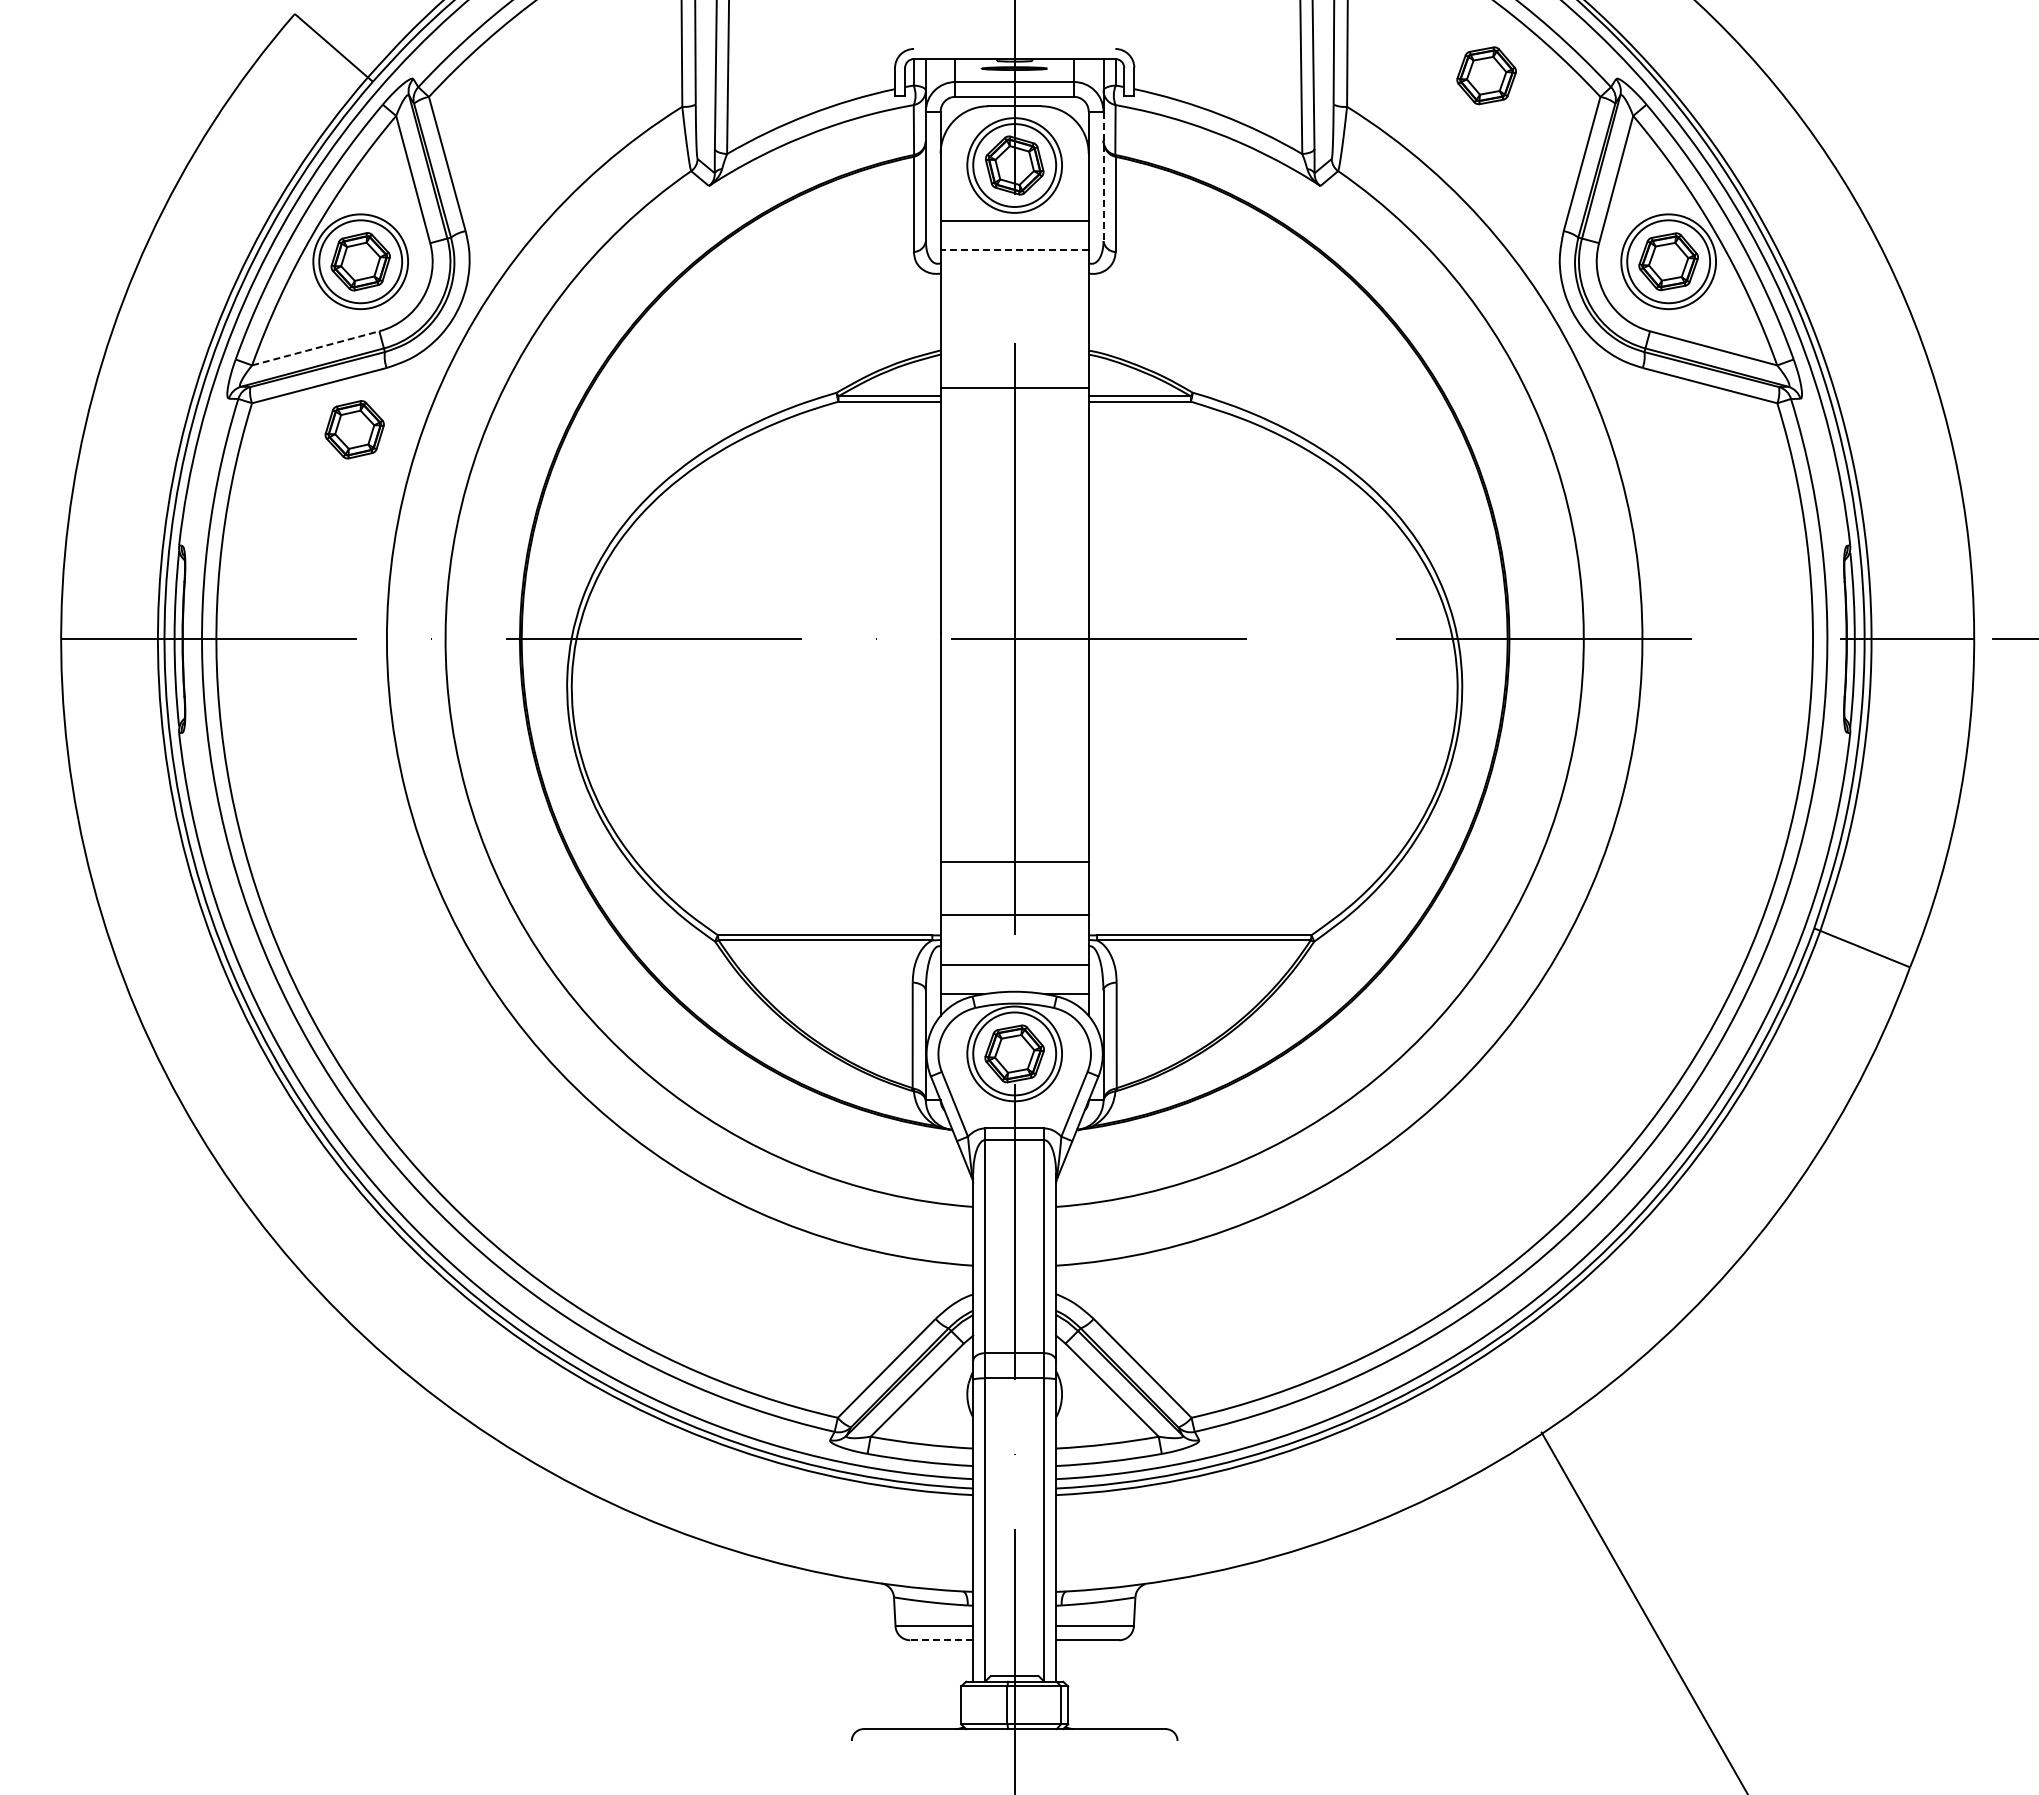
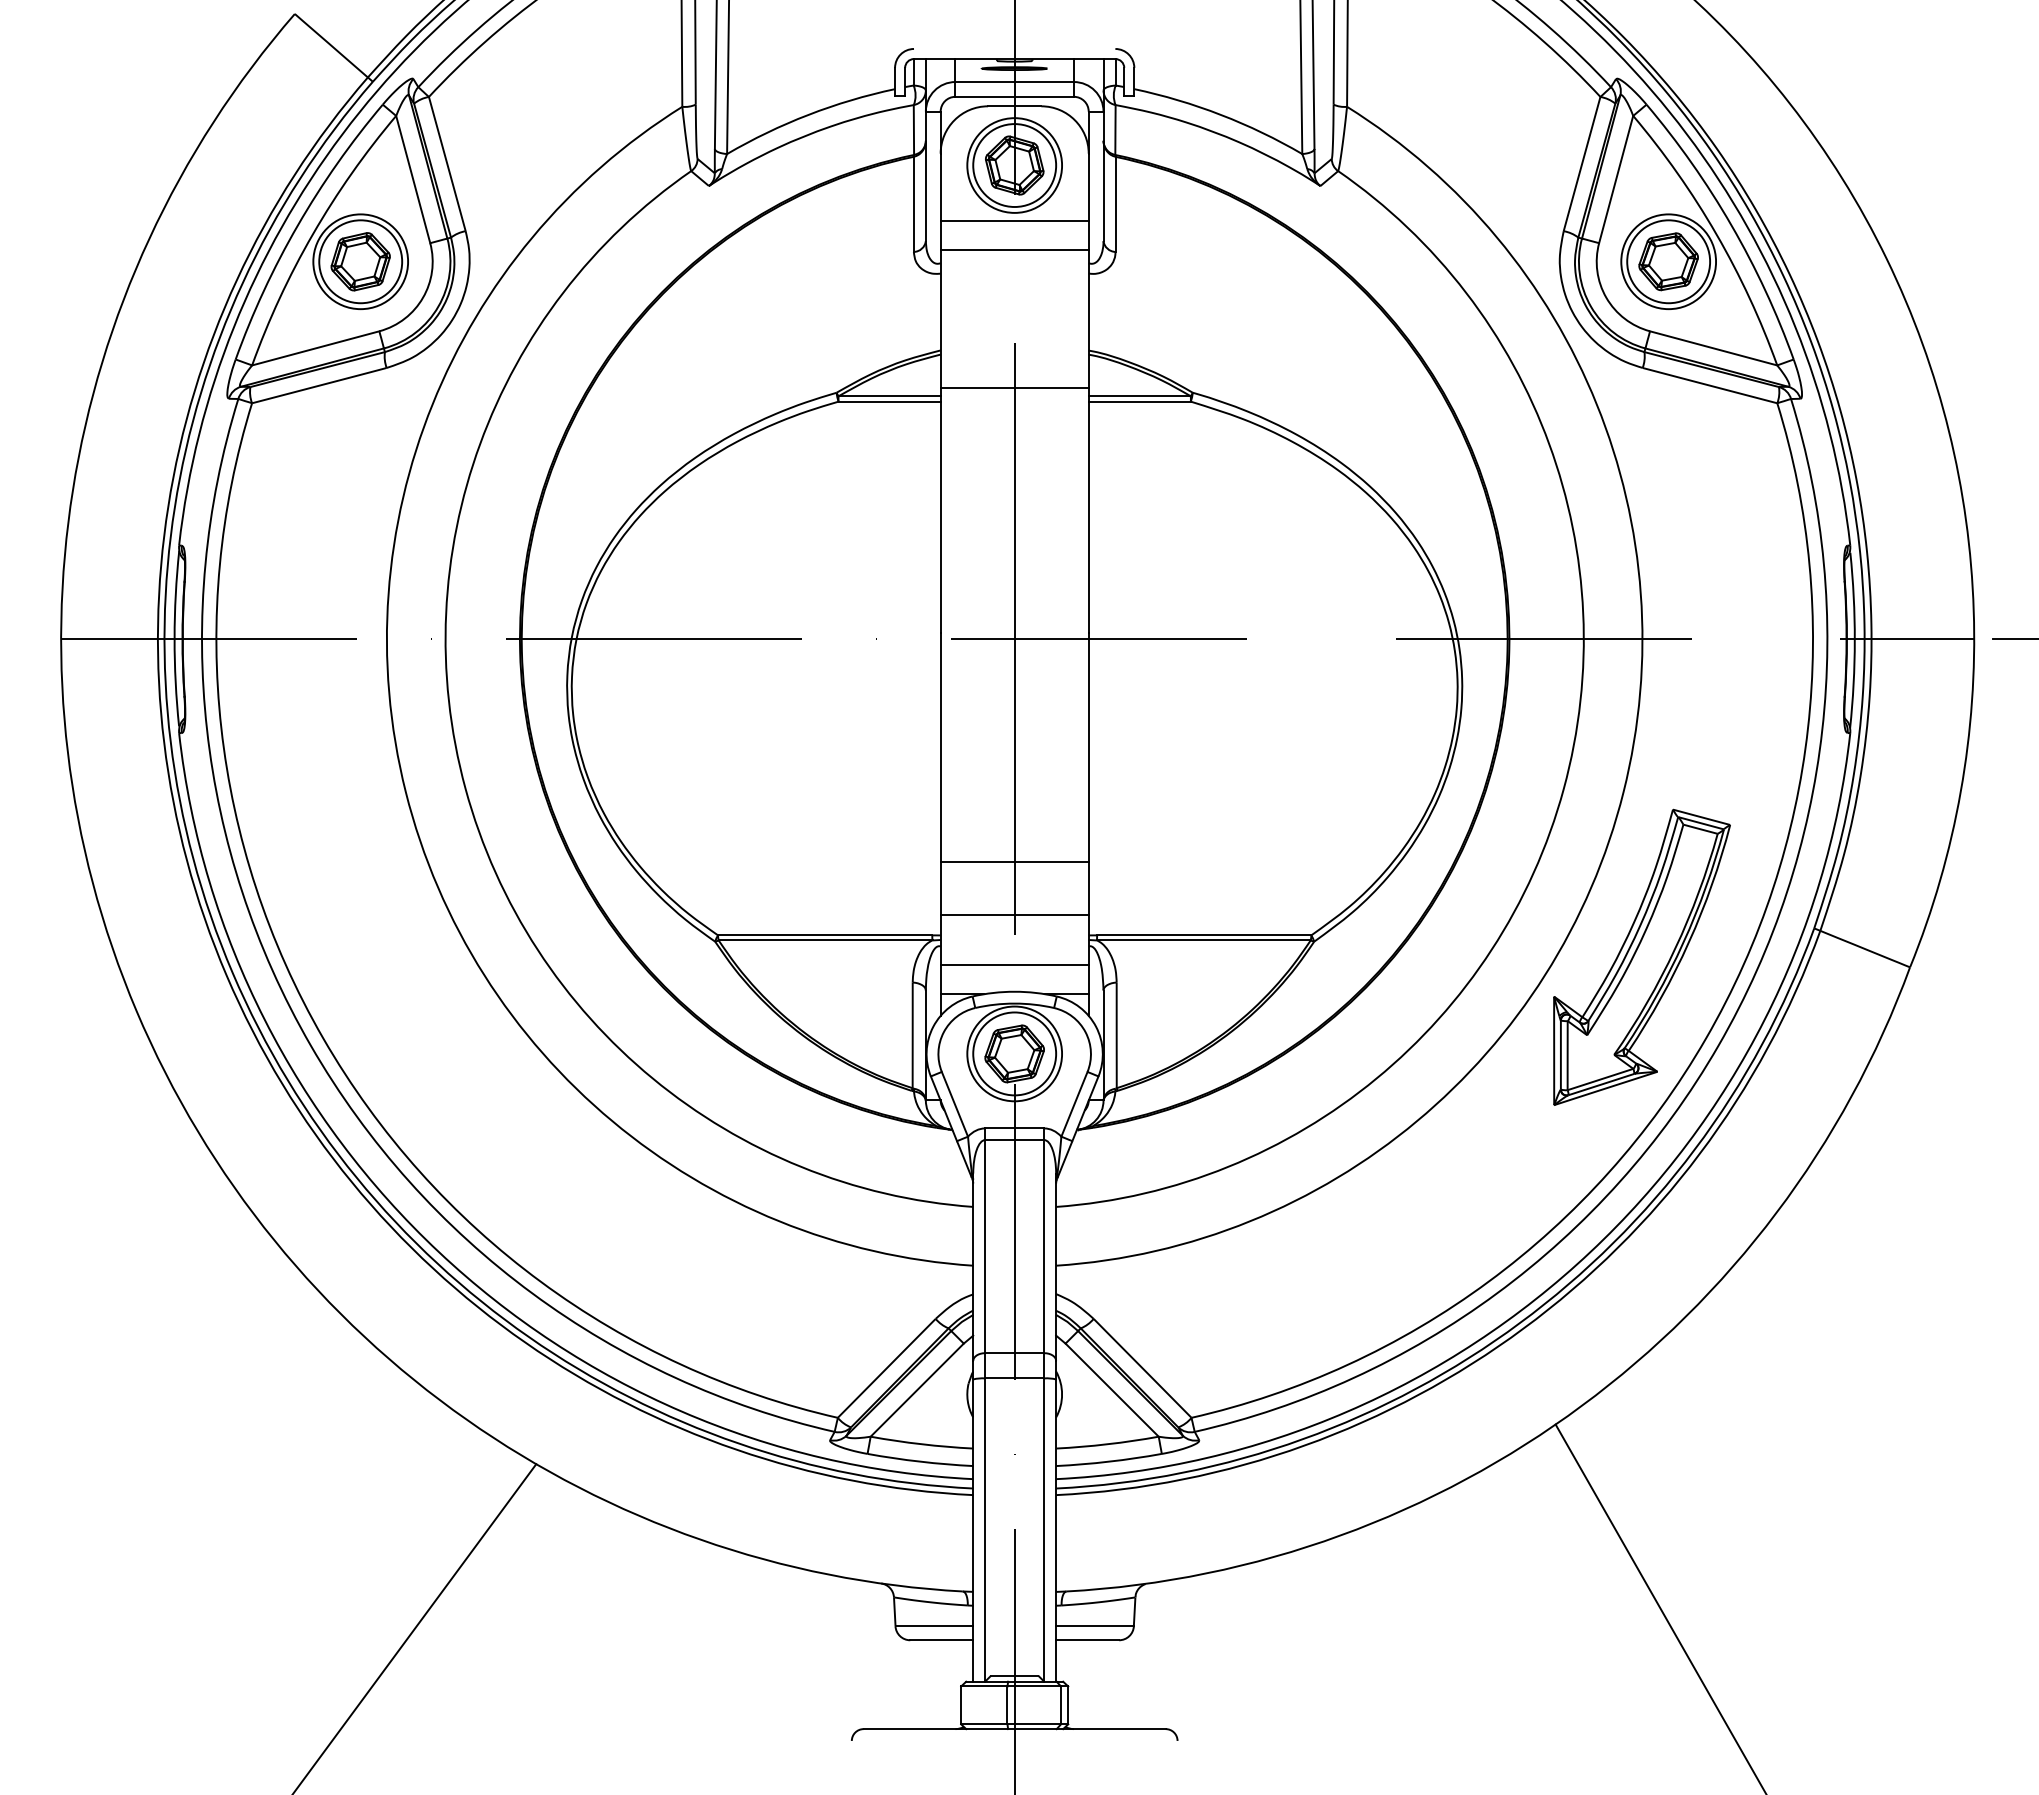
part at (1486, 75): present -> none
line at (1103, 176): dashed -> solid
line at (1014, 250): dashed -> solid
line at (315, 348): dashed -> solid
part at (354, 429): present -> none
part at (1641, 956): none -> present
line at (1643, 1611) position: (1643, 1611) -> (1659, 1607)
line at (415, 1627): none -> present
line at (941, 1640): dashed -> solid
